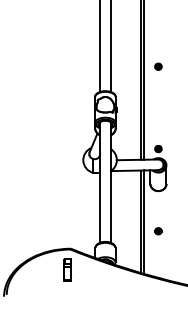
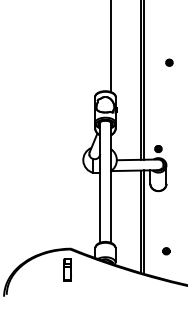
line at (100, 47): present -> none
part at (158, 66) position: (158, 66) -> (169, 62)
part at (158, 231) position: (158, 231) -> (166, 251)
